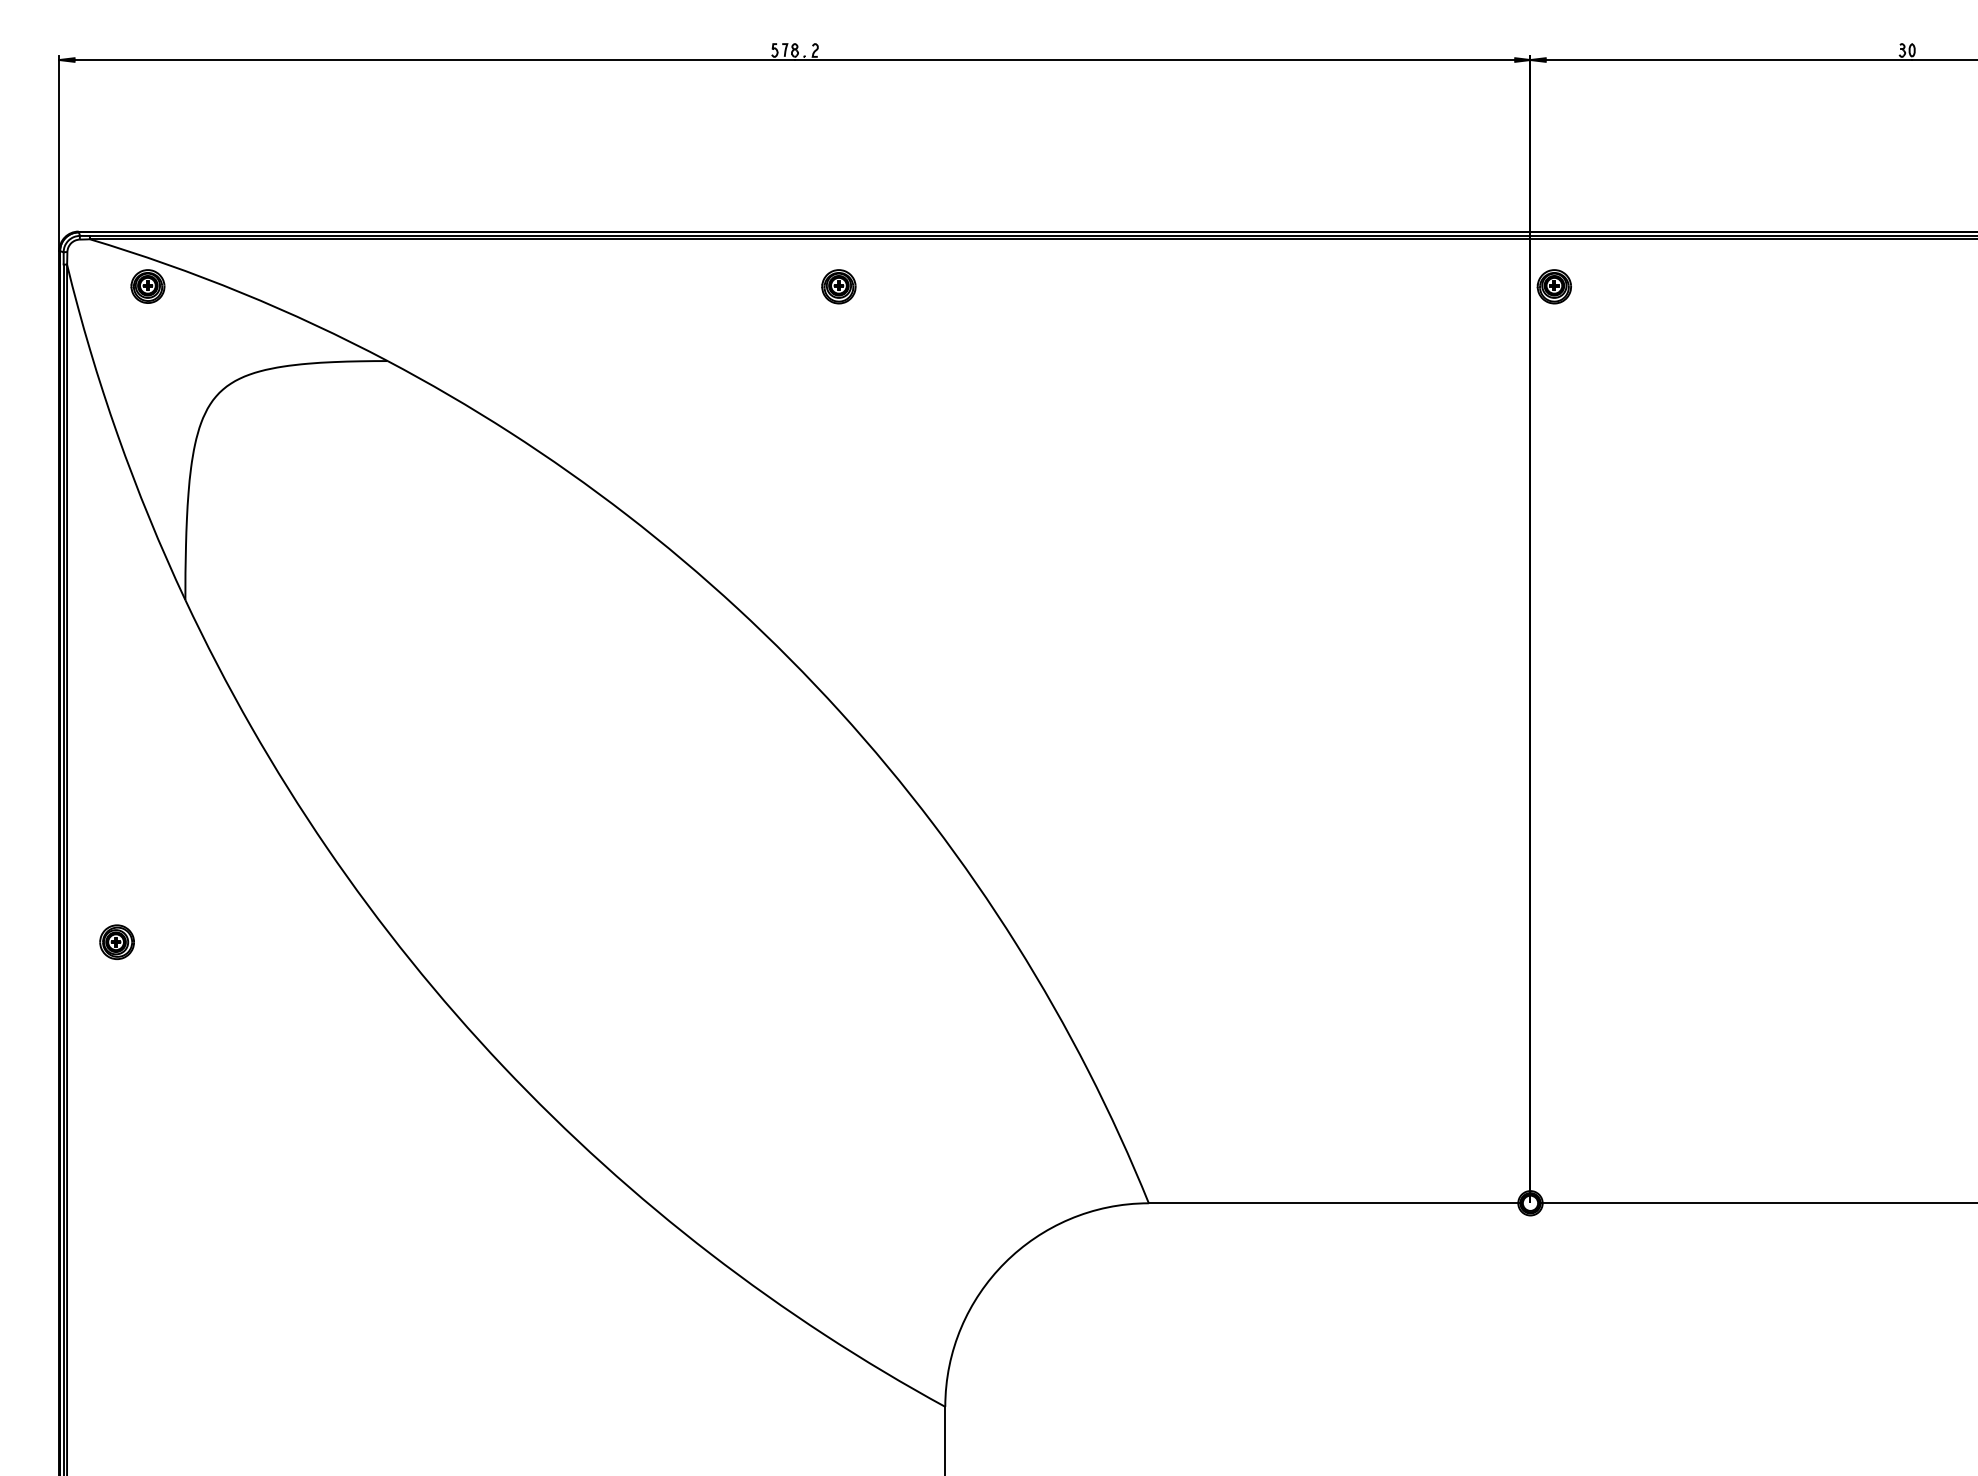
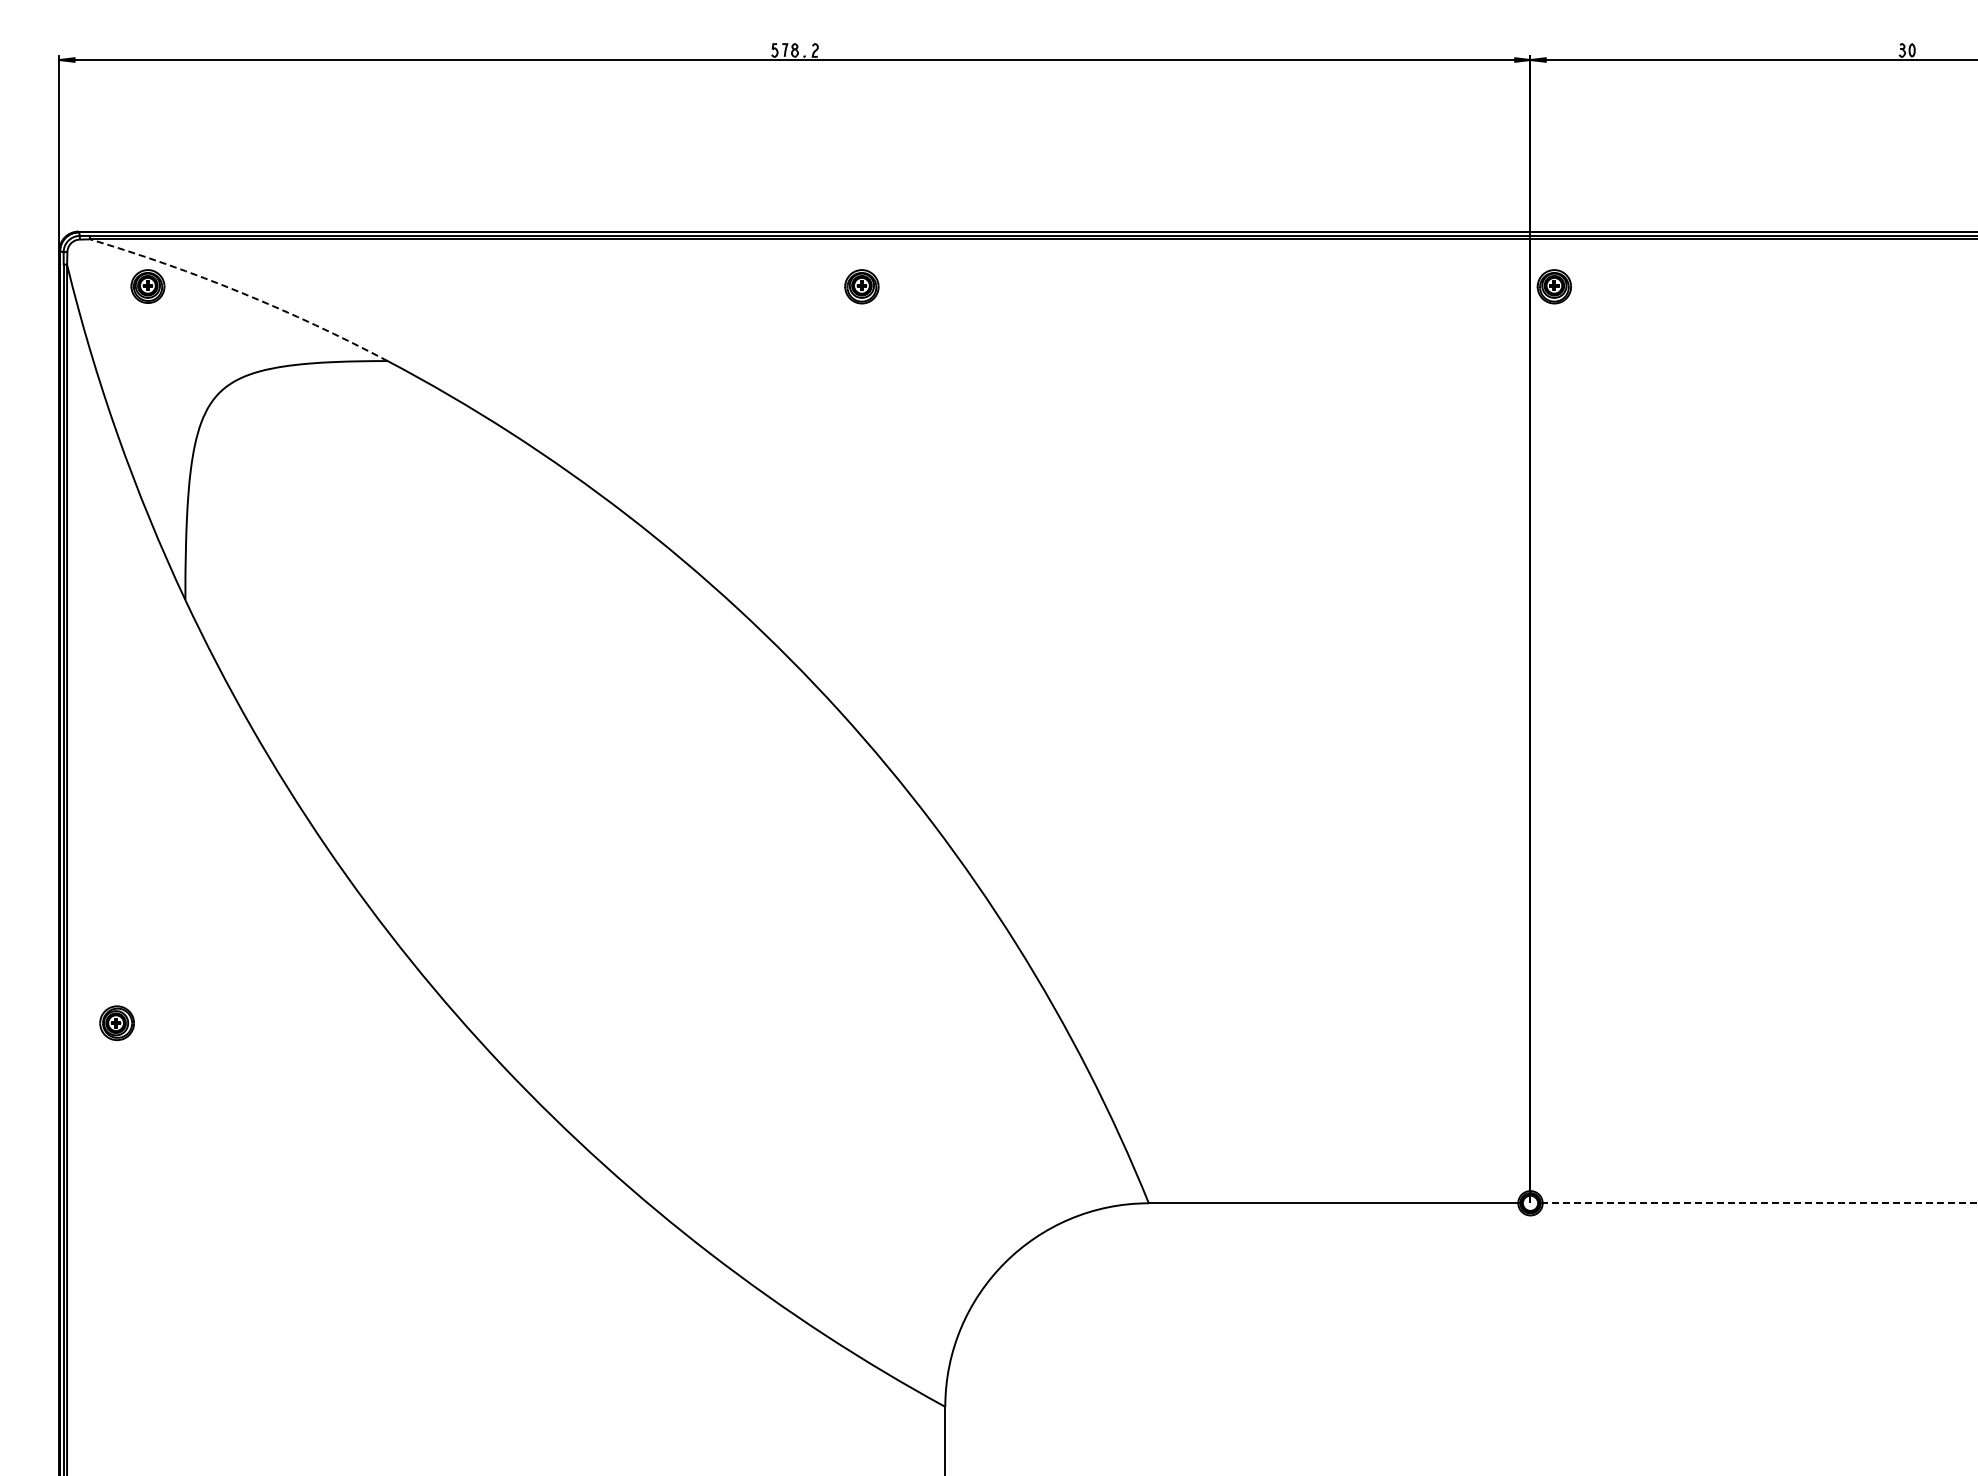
part at (838, 286) position: (838, 286) -> (861, 286)
arc at (241, 292): solid -> dashed
part at (116, 941) position: (116, 941) -> (116, 1022)
line at (1759, 1203): solid -> dashed
